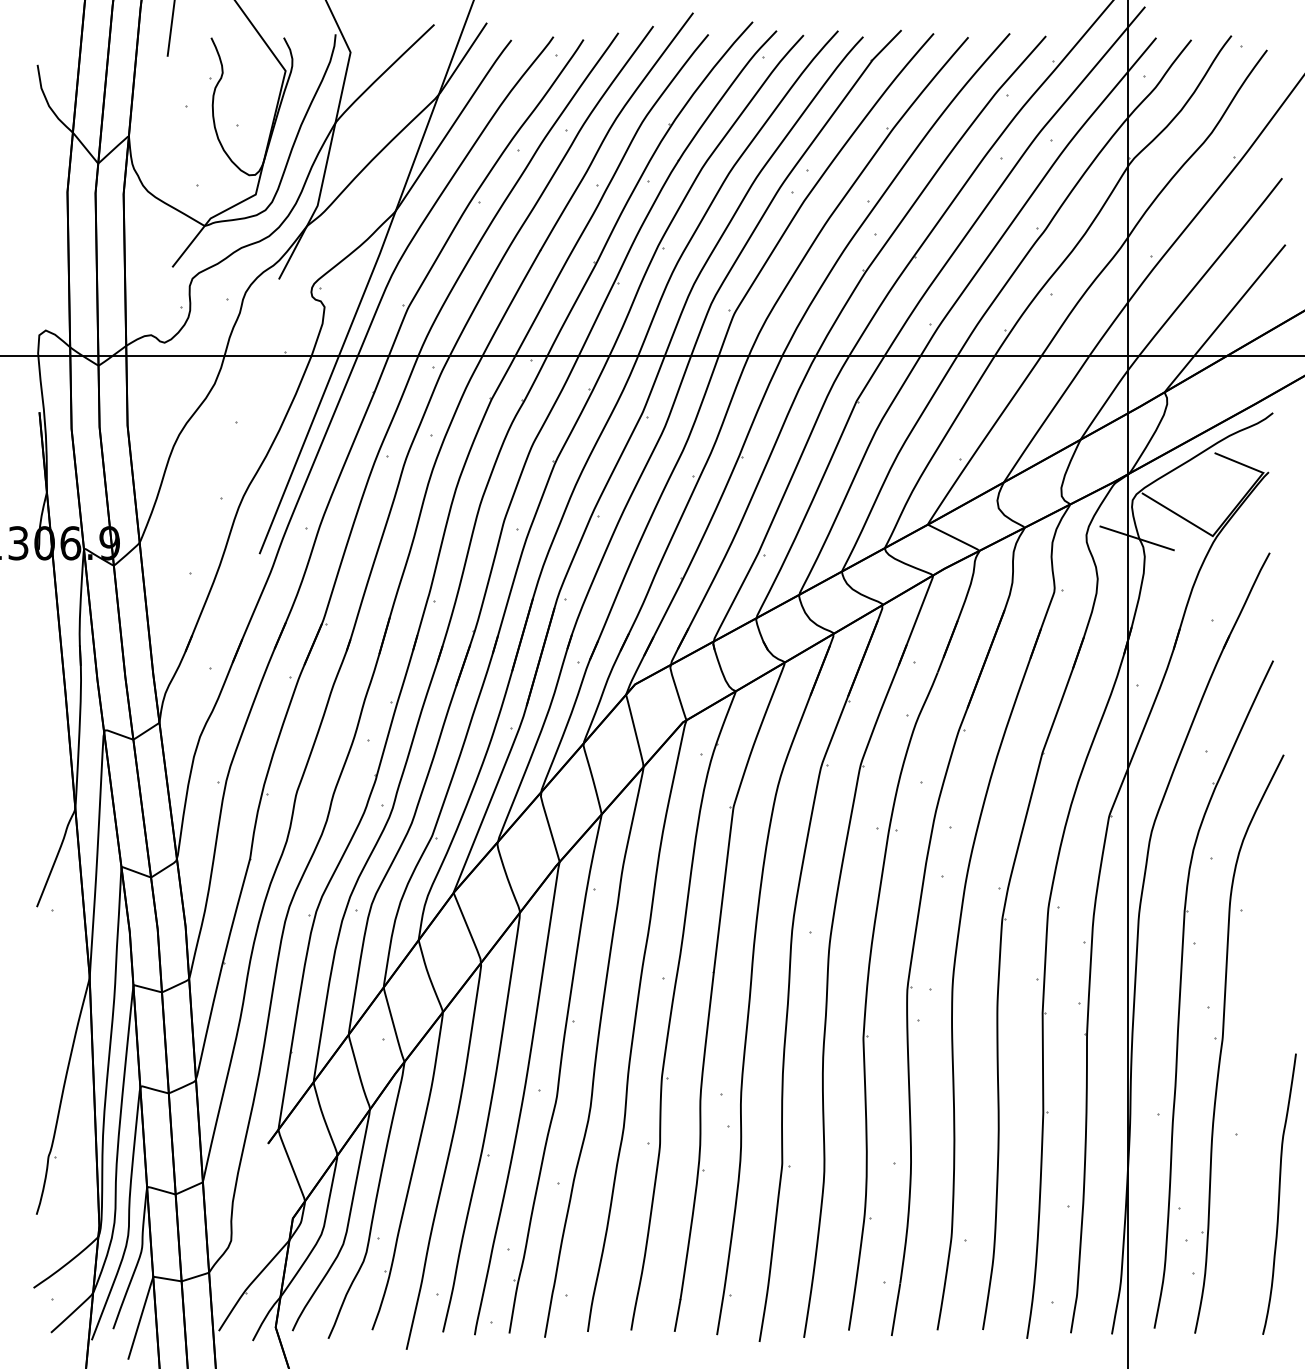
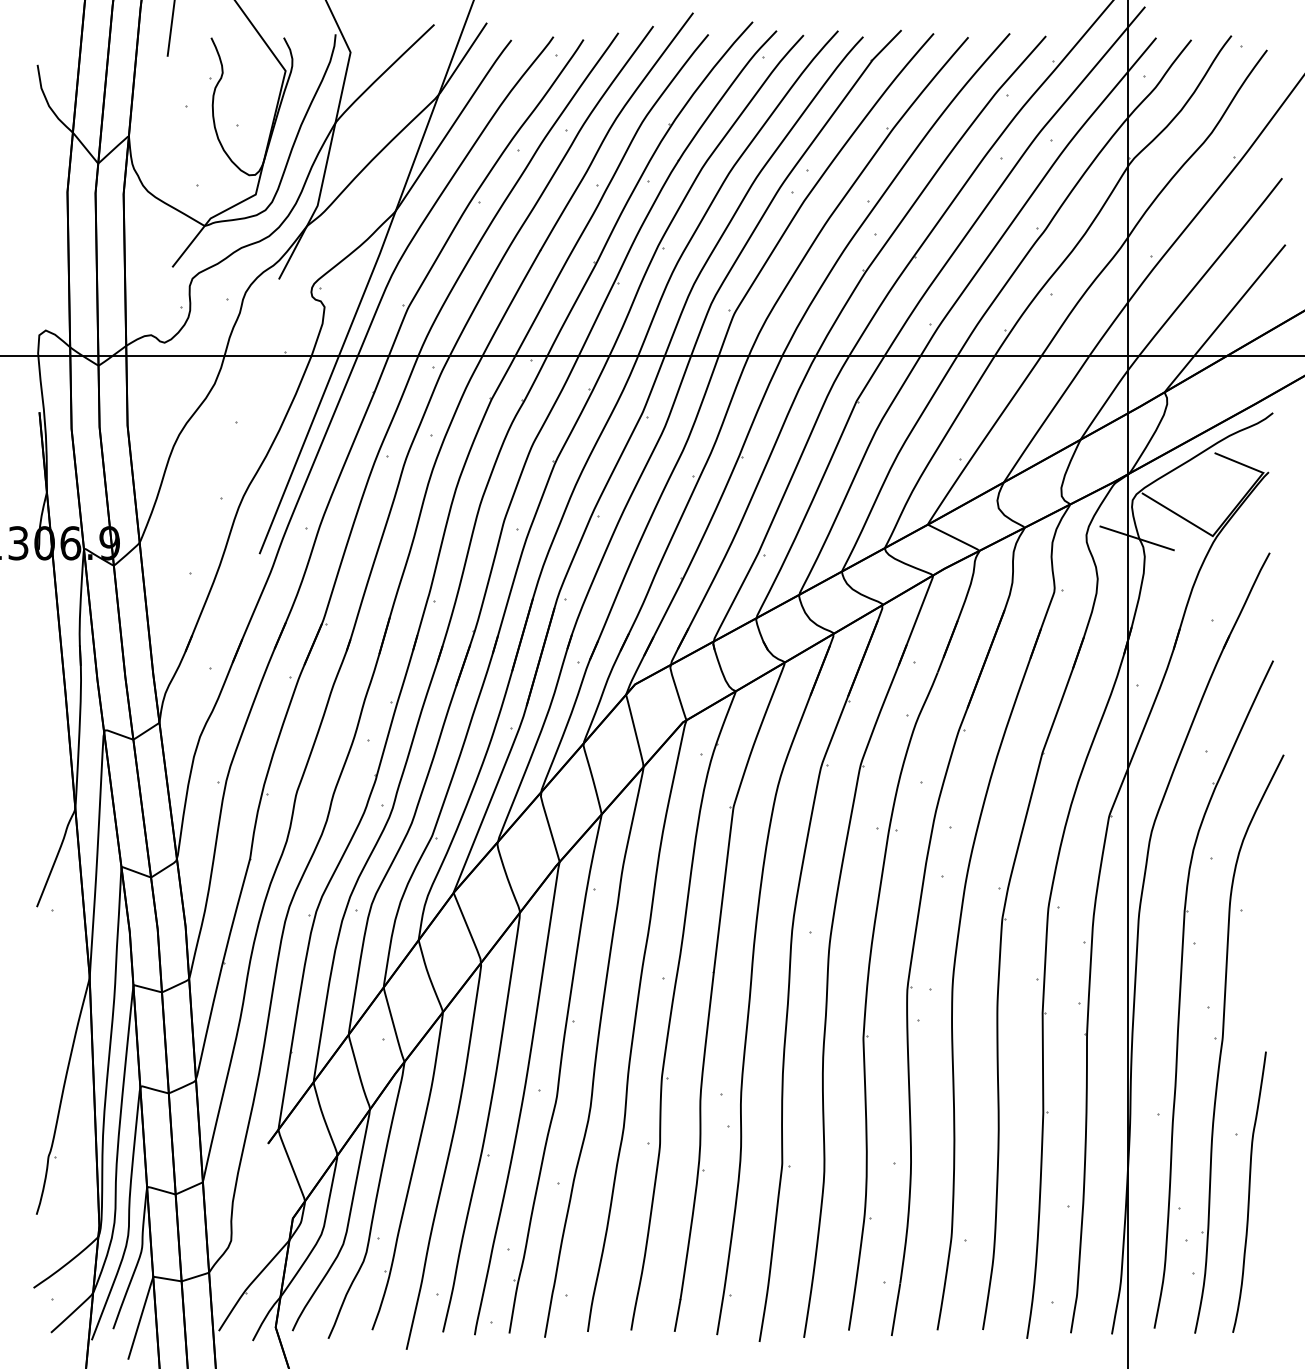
curve at (1279, 1193) position: (1279, 1193) -> (1249, 1191)
